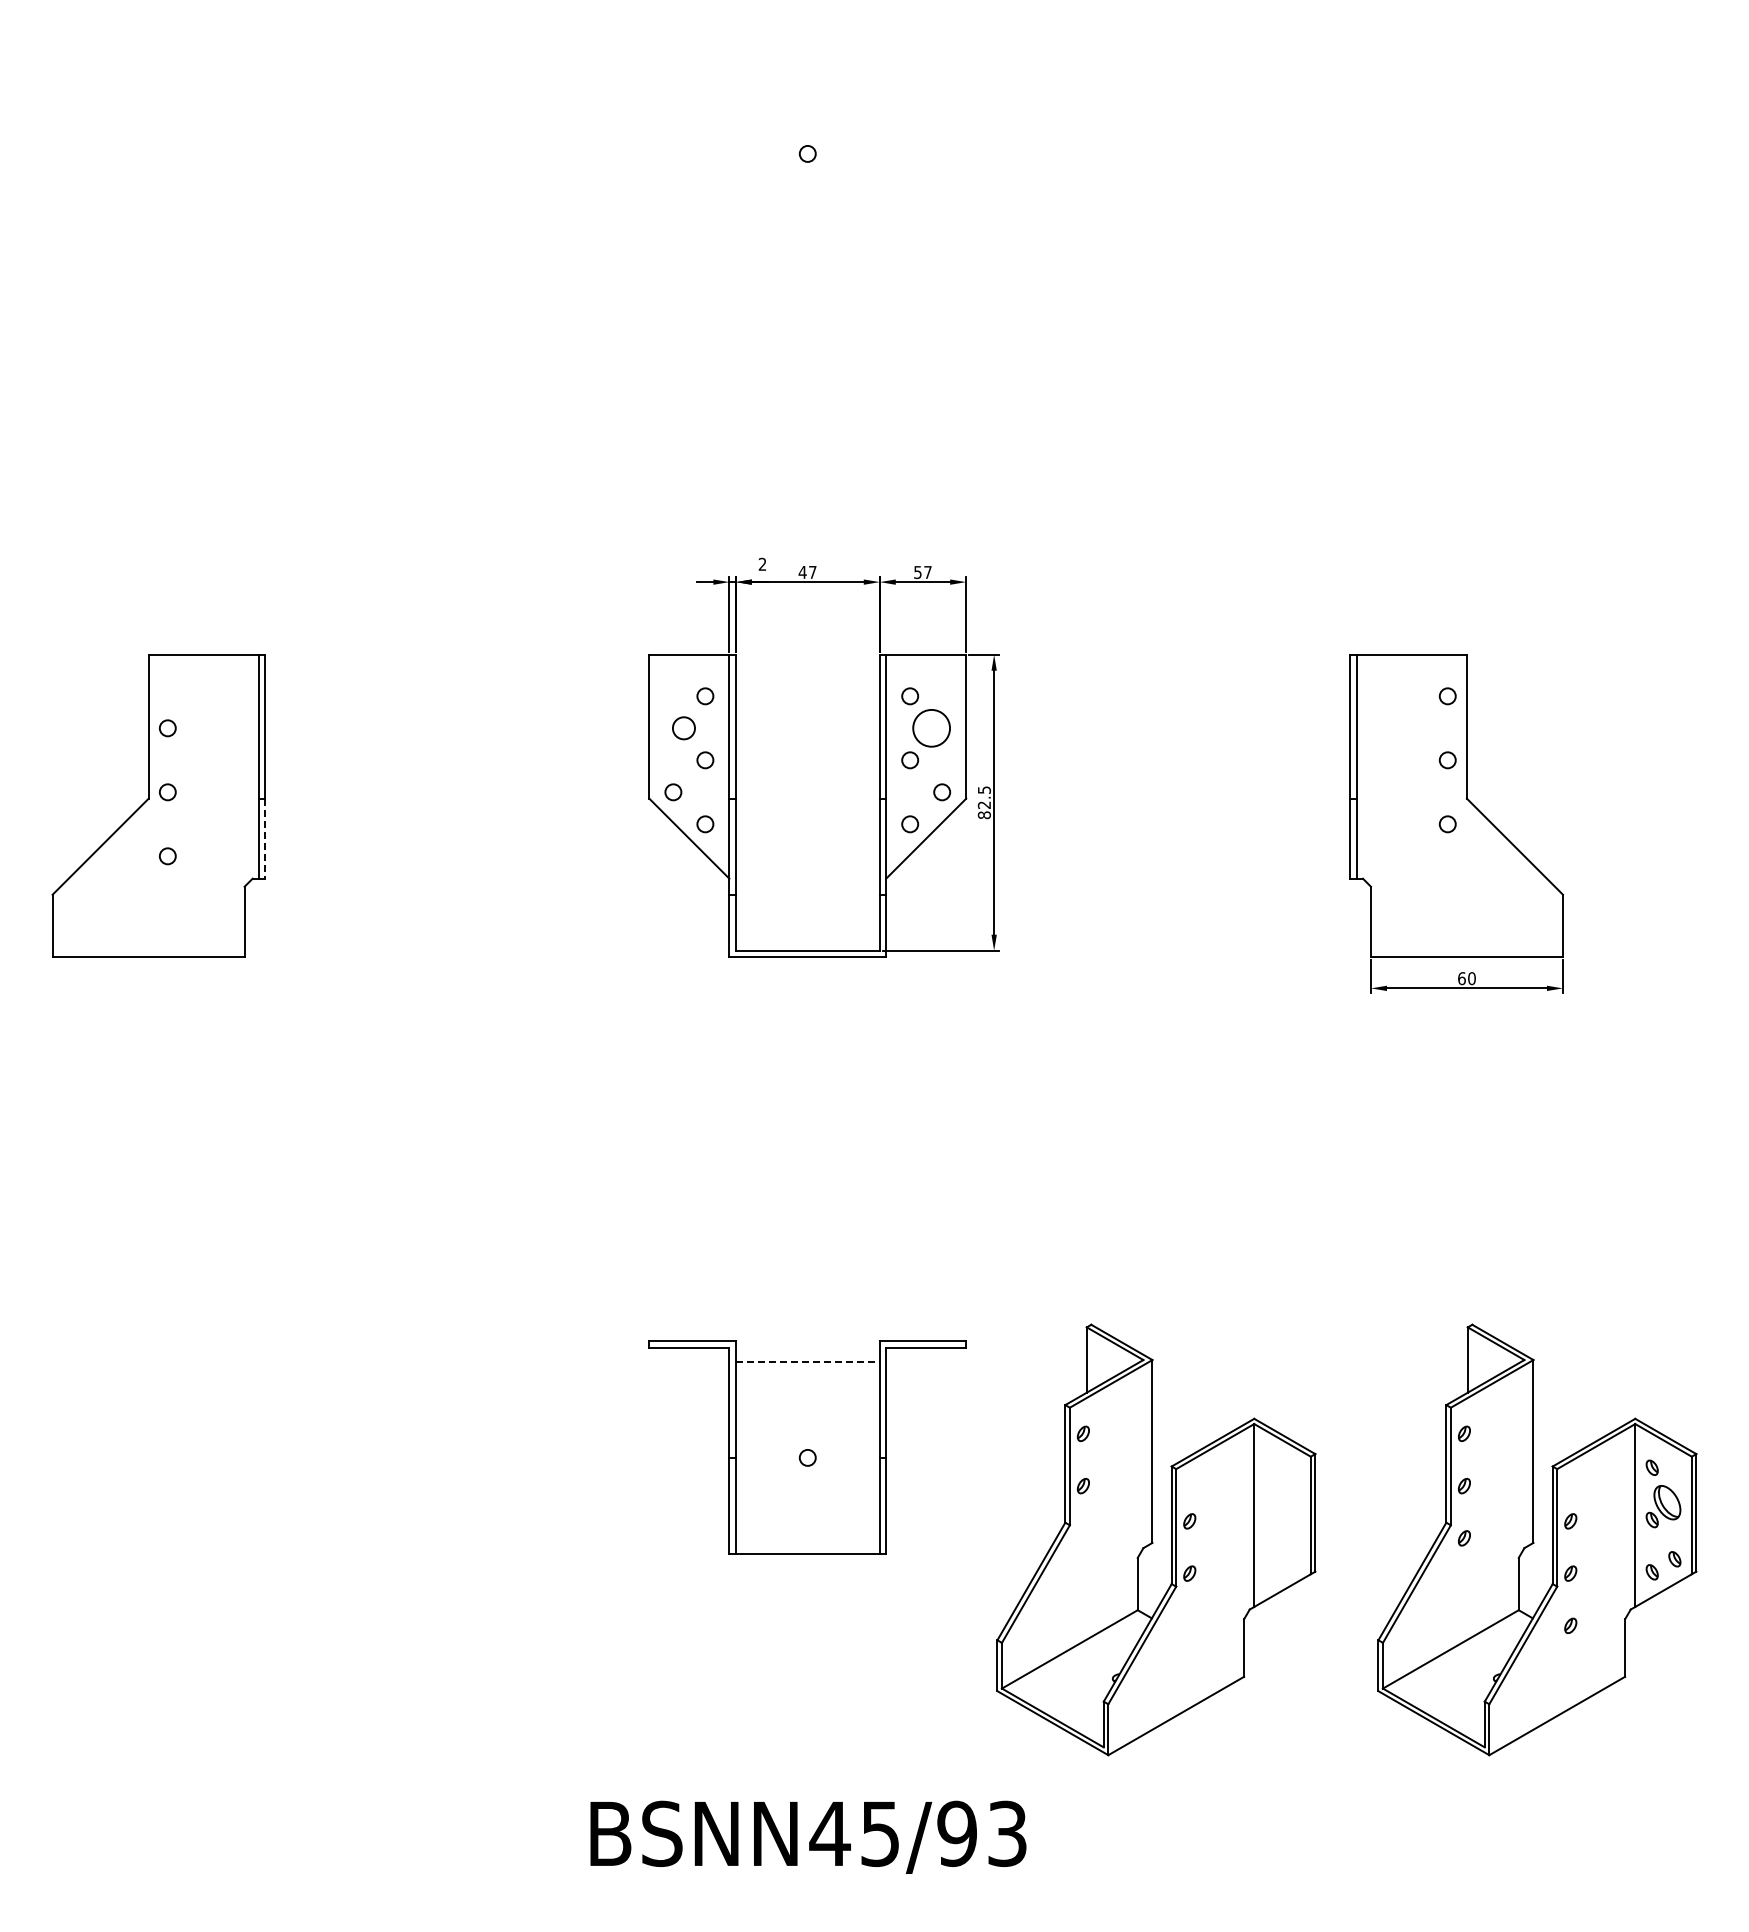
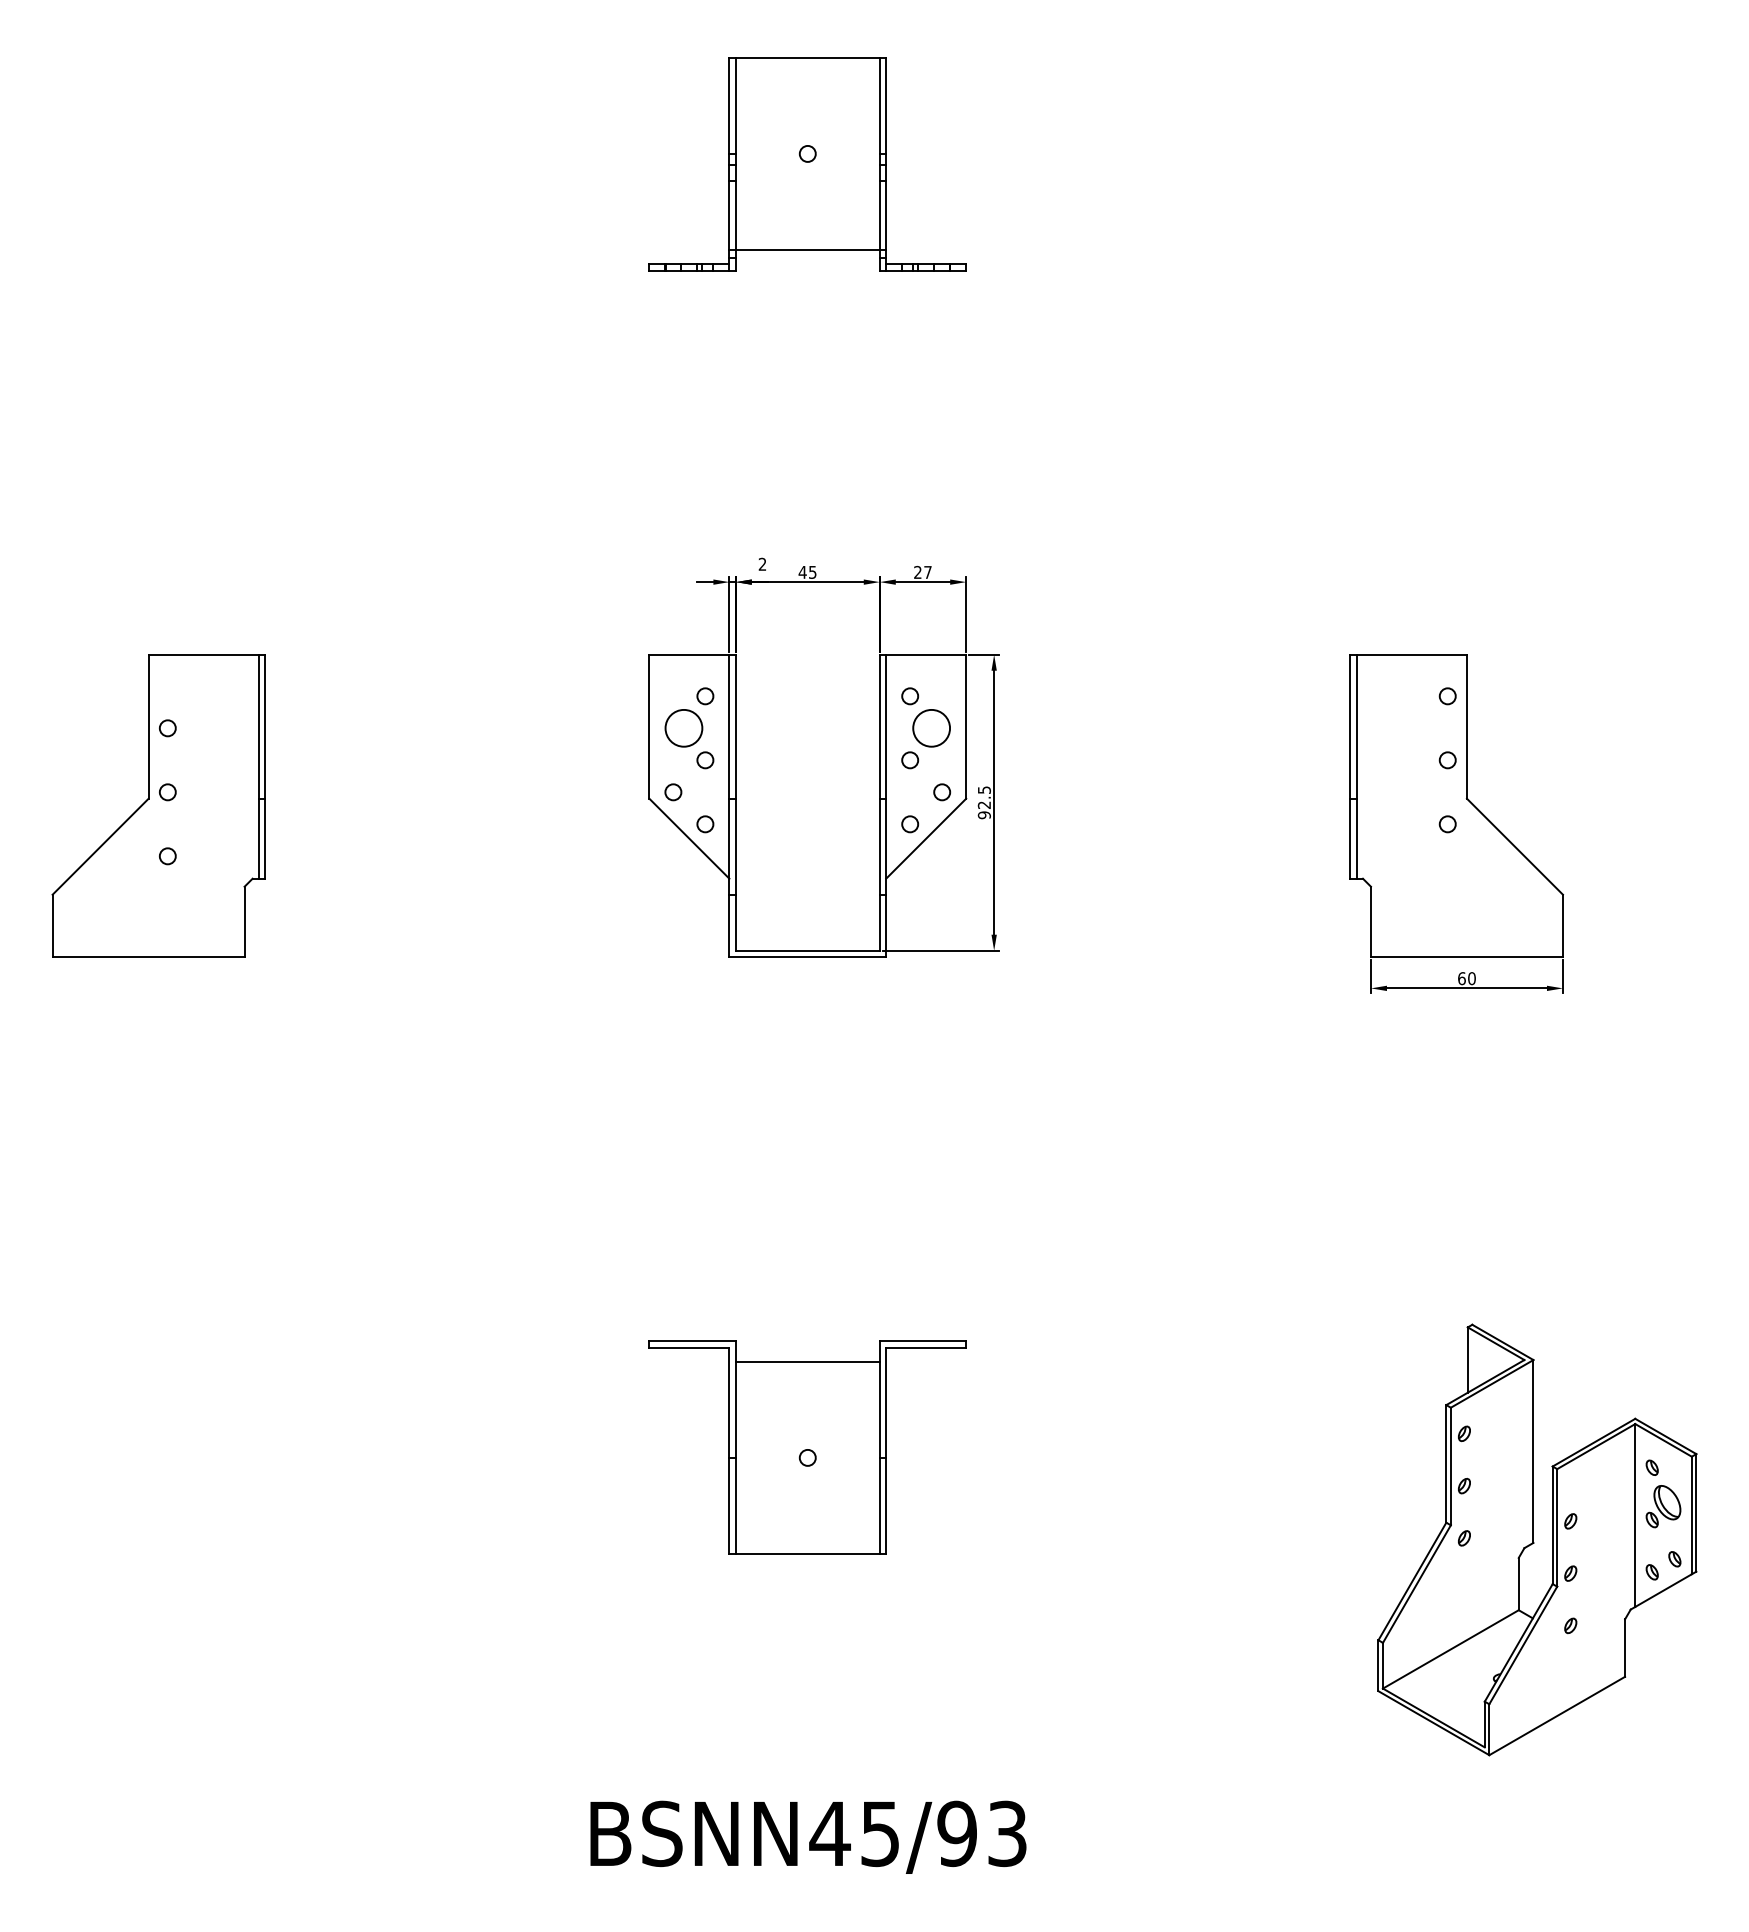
part at (807, 164): none -> present
text at (812, 572): 47 -> 45
text at (917, 572): 57 -> 27
circle at (683, 728) diameter: 22 px -> 37 px
text at (984, 815): 82.5 -> 92.5
line at (265, 838): dashed -> solid
line at (807, 1361): dashed -> solid
part at (1156, 1539): present -> none
